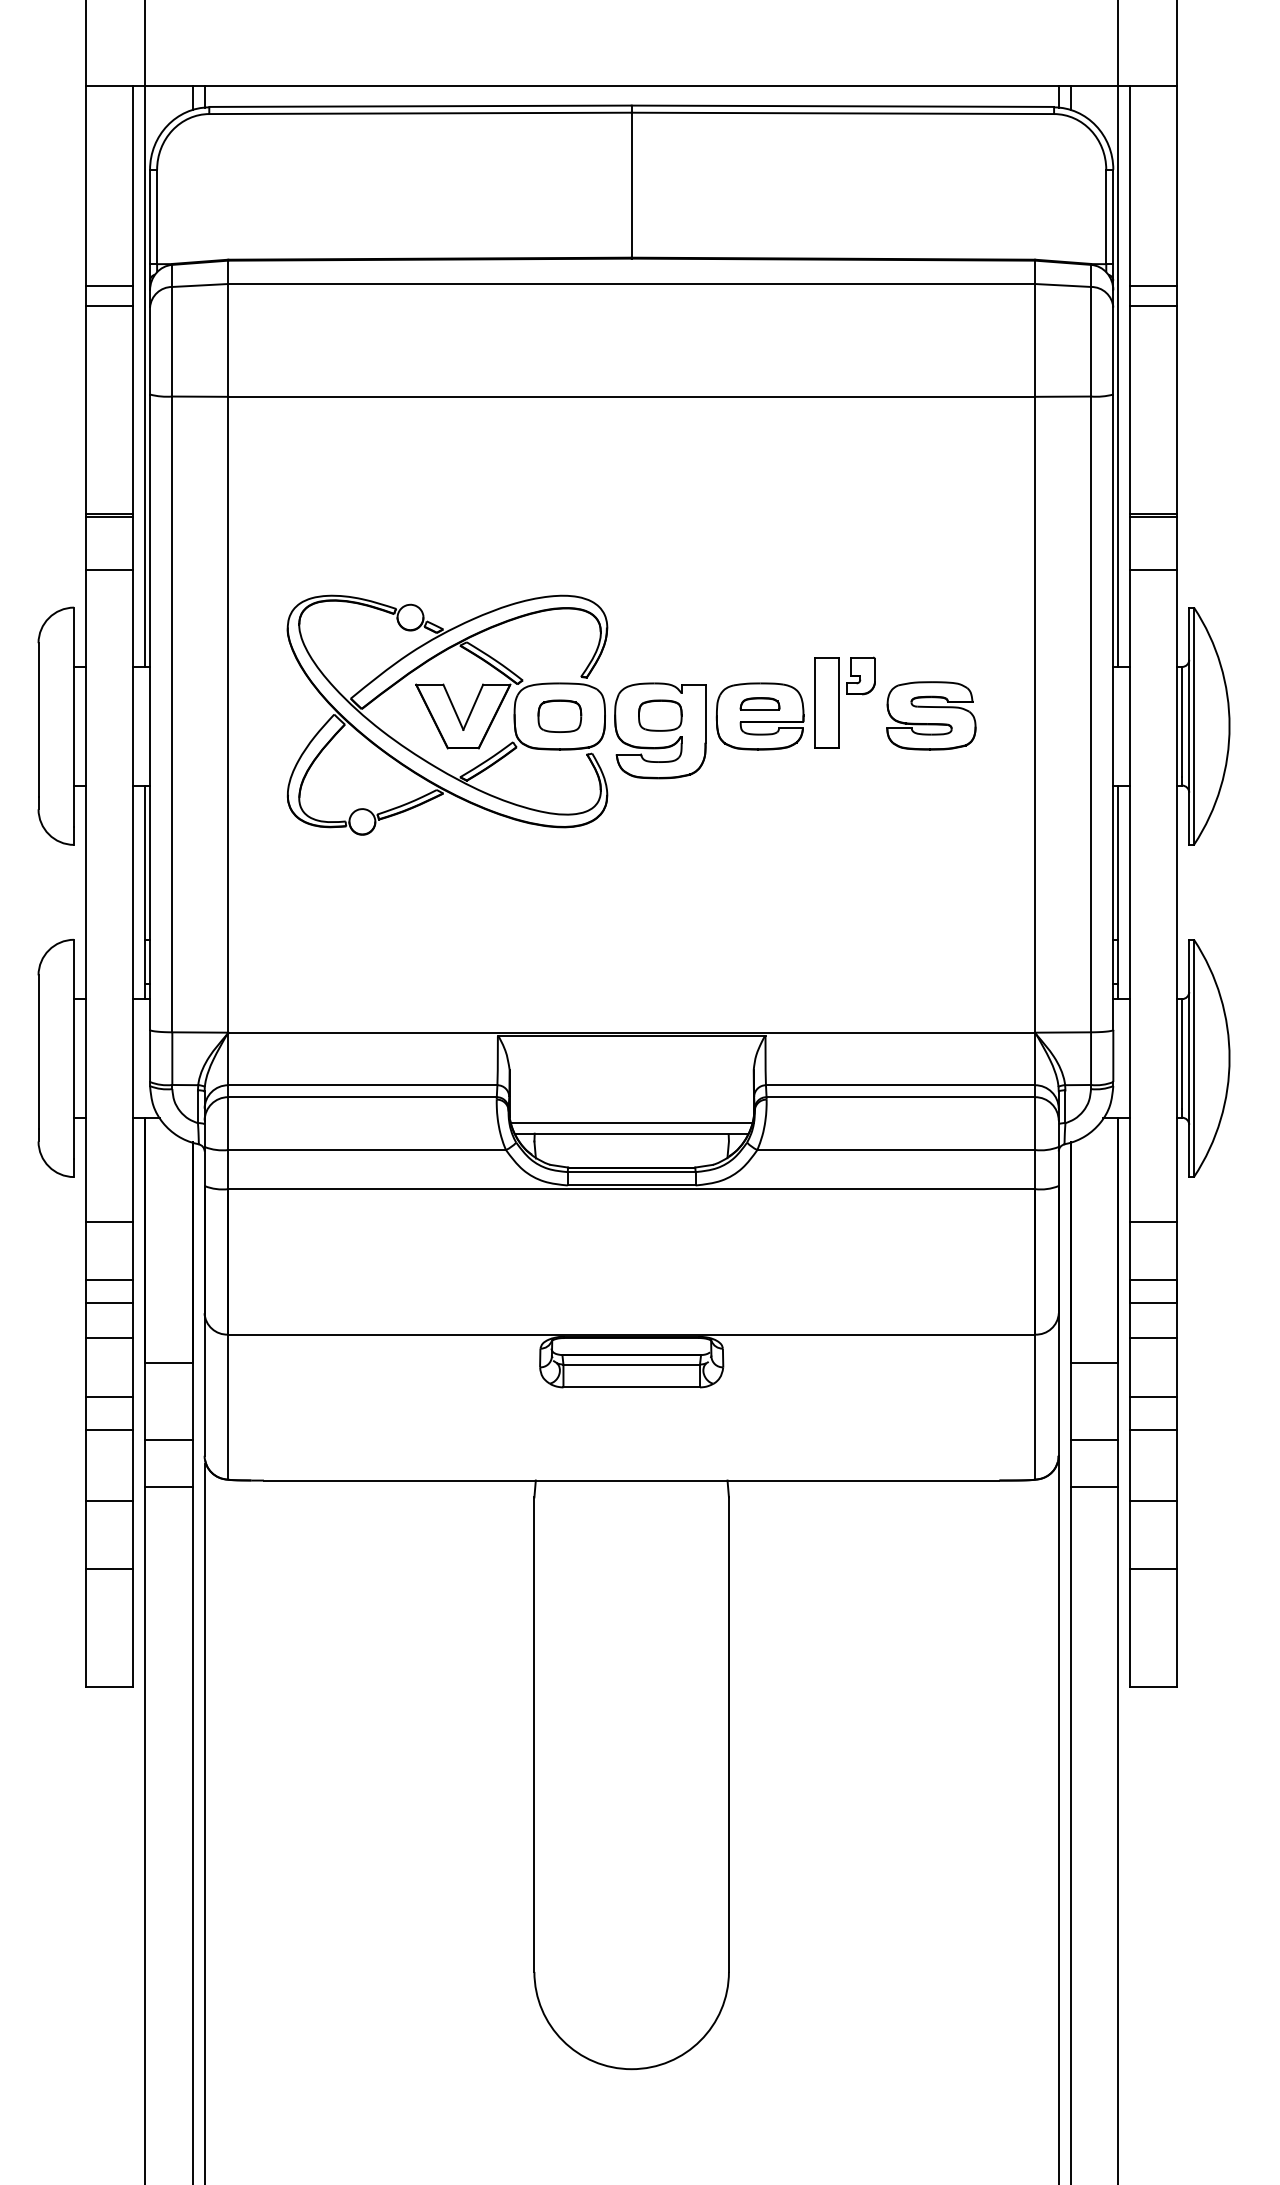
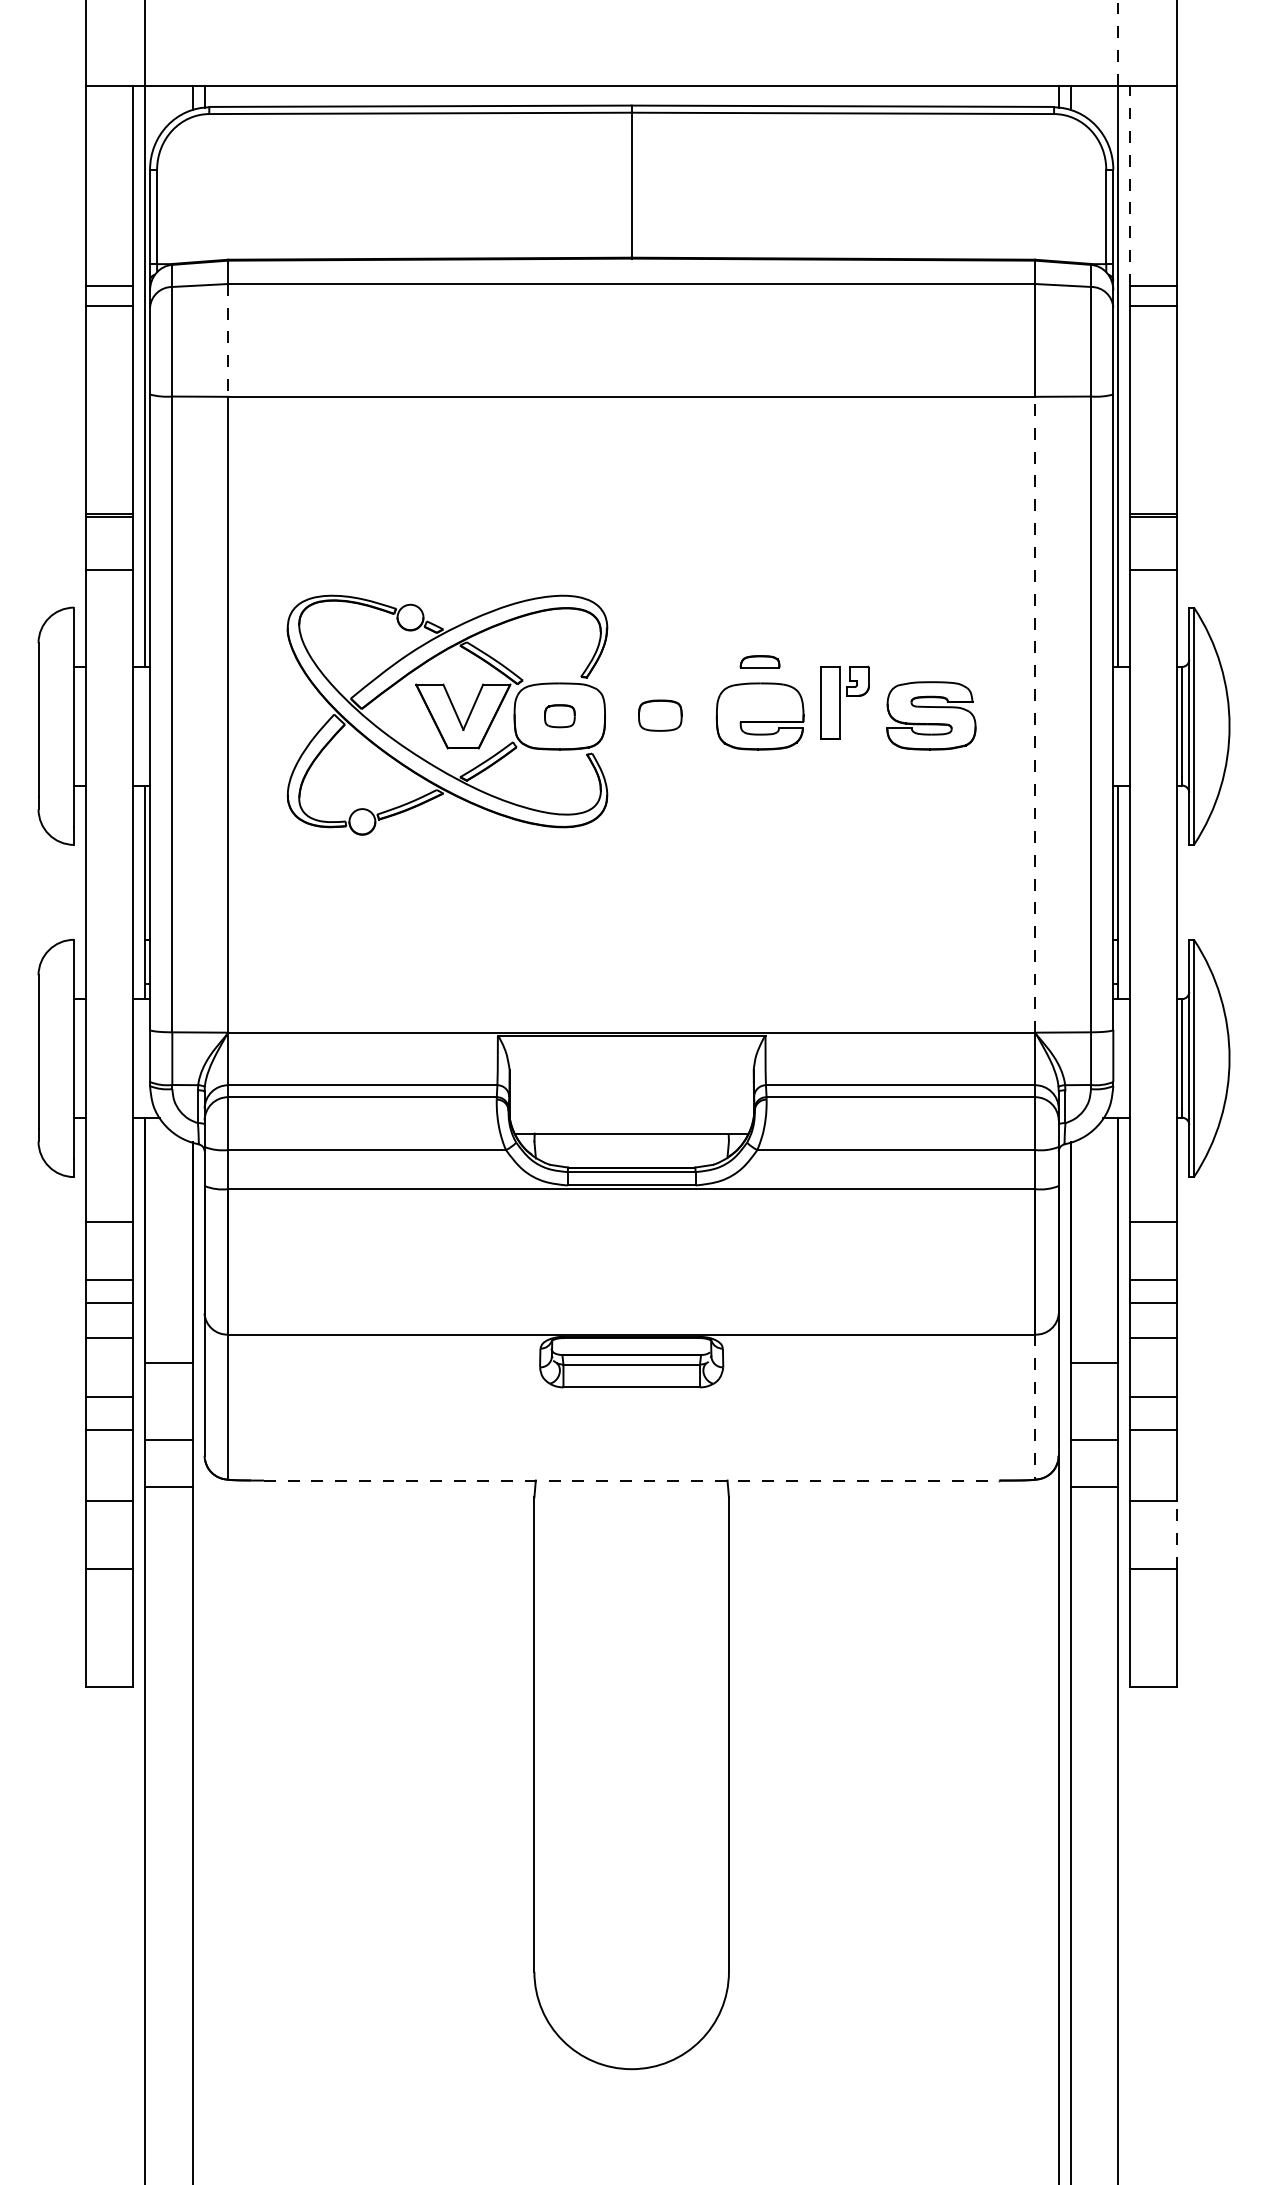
line at (1118, 42): solid -> dashed
line at (1129, 185): solid -> dashed
line at (228, 340): solid -> dashed
part at (844, 702) size: 62x93 px -> 50x75 px
part at (759, 703) position: (759, 703) -> (759, 661)
line at (1035, 714): solid -> dashed
part at (559, 715) size: 46x34 px -> 32x25 px
part at (660, 730): present -> none
line at (631, 1122): present -> none
line at (1035, 1407): solid -> dashed
line at (631, 1480): solid -> dashed
line at (1177, 1534): solid -> dashed
line at (204, 1822): present -> none
